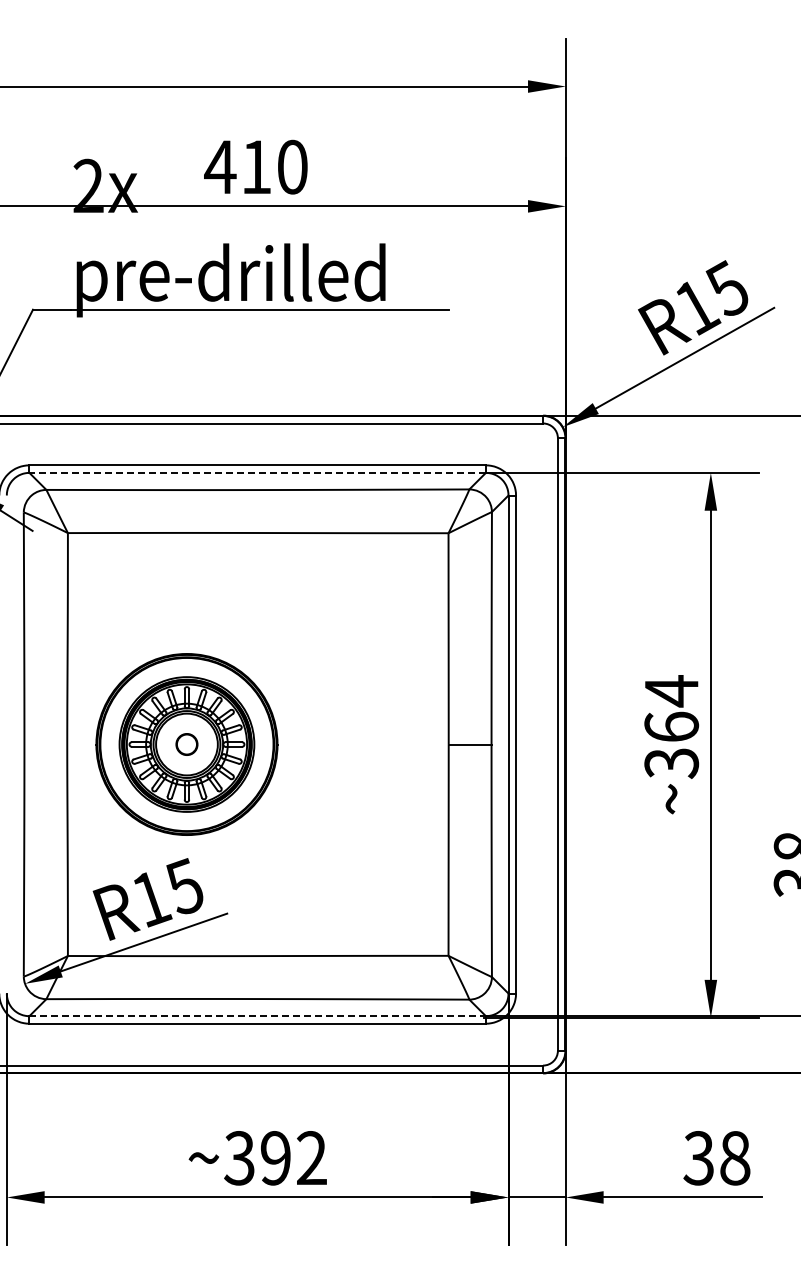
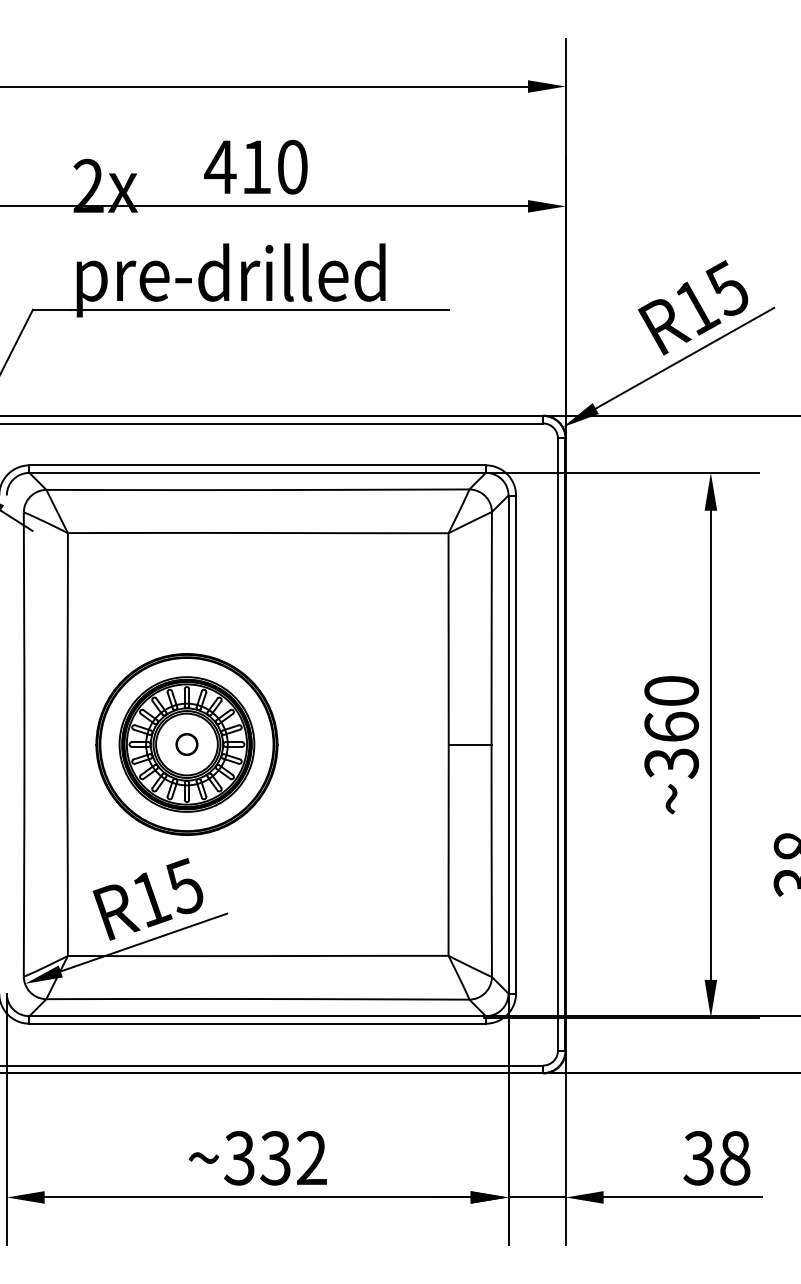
line at (257, 472): dashed -> solid
text at (671, 691): ~364 -> ~360
line at (258, 1016): dashed -> solid
text at (275, 1158): ~392 -> ~332
